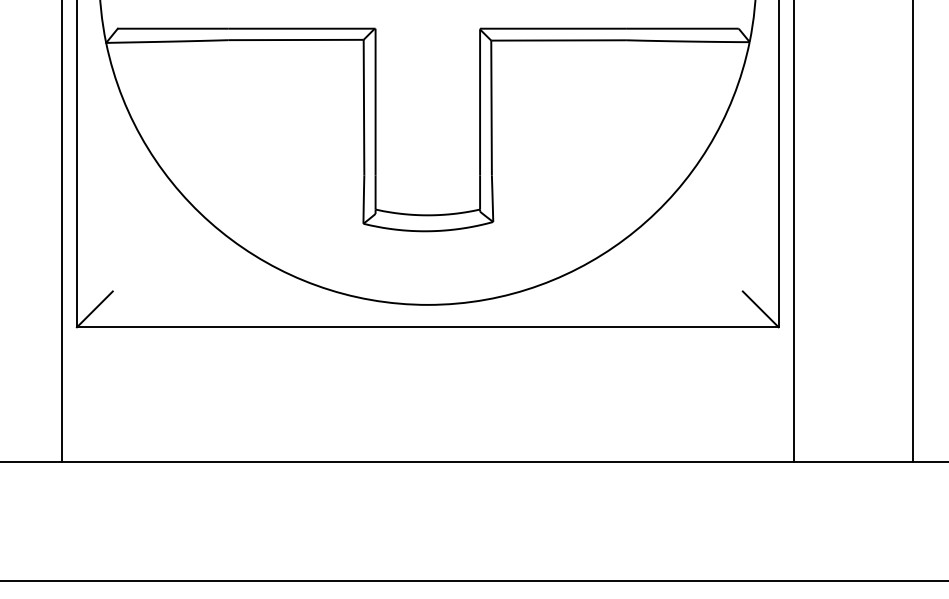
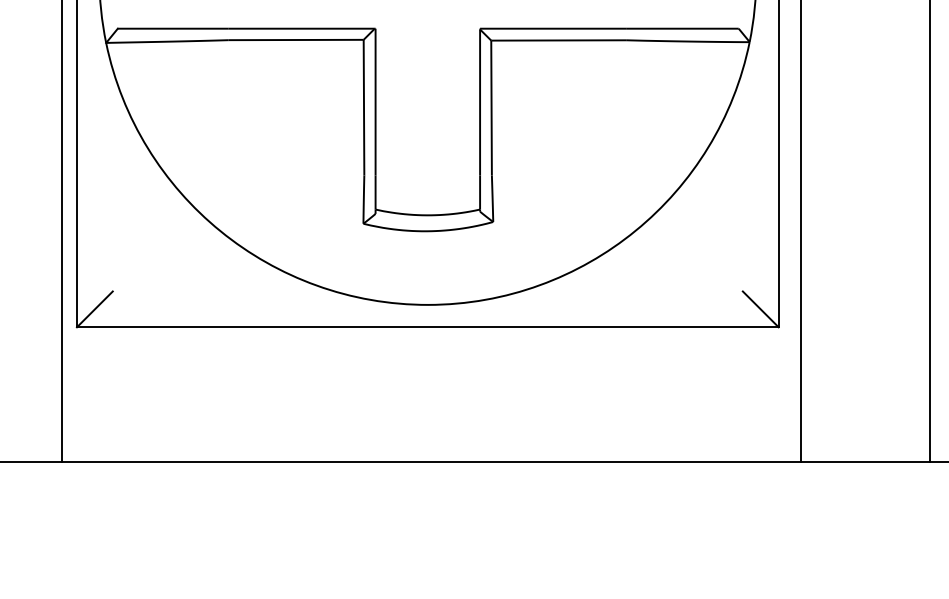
line at (793, 231) position: (793, 231) -> (800, 231)
line at (913, 231) position: (913, 231) -> (930, 231)
line at (473, 581): present -> none
